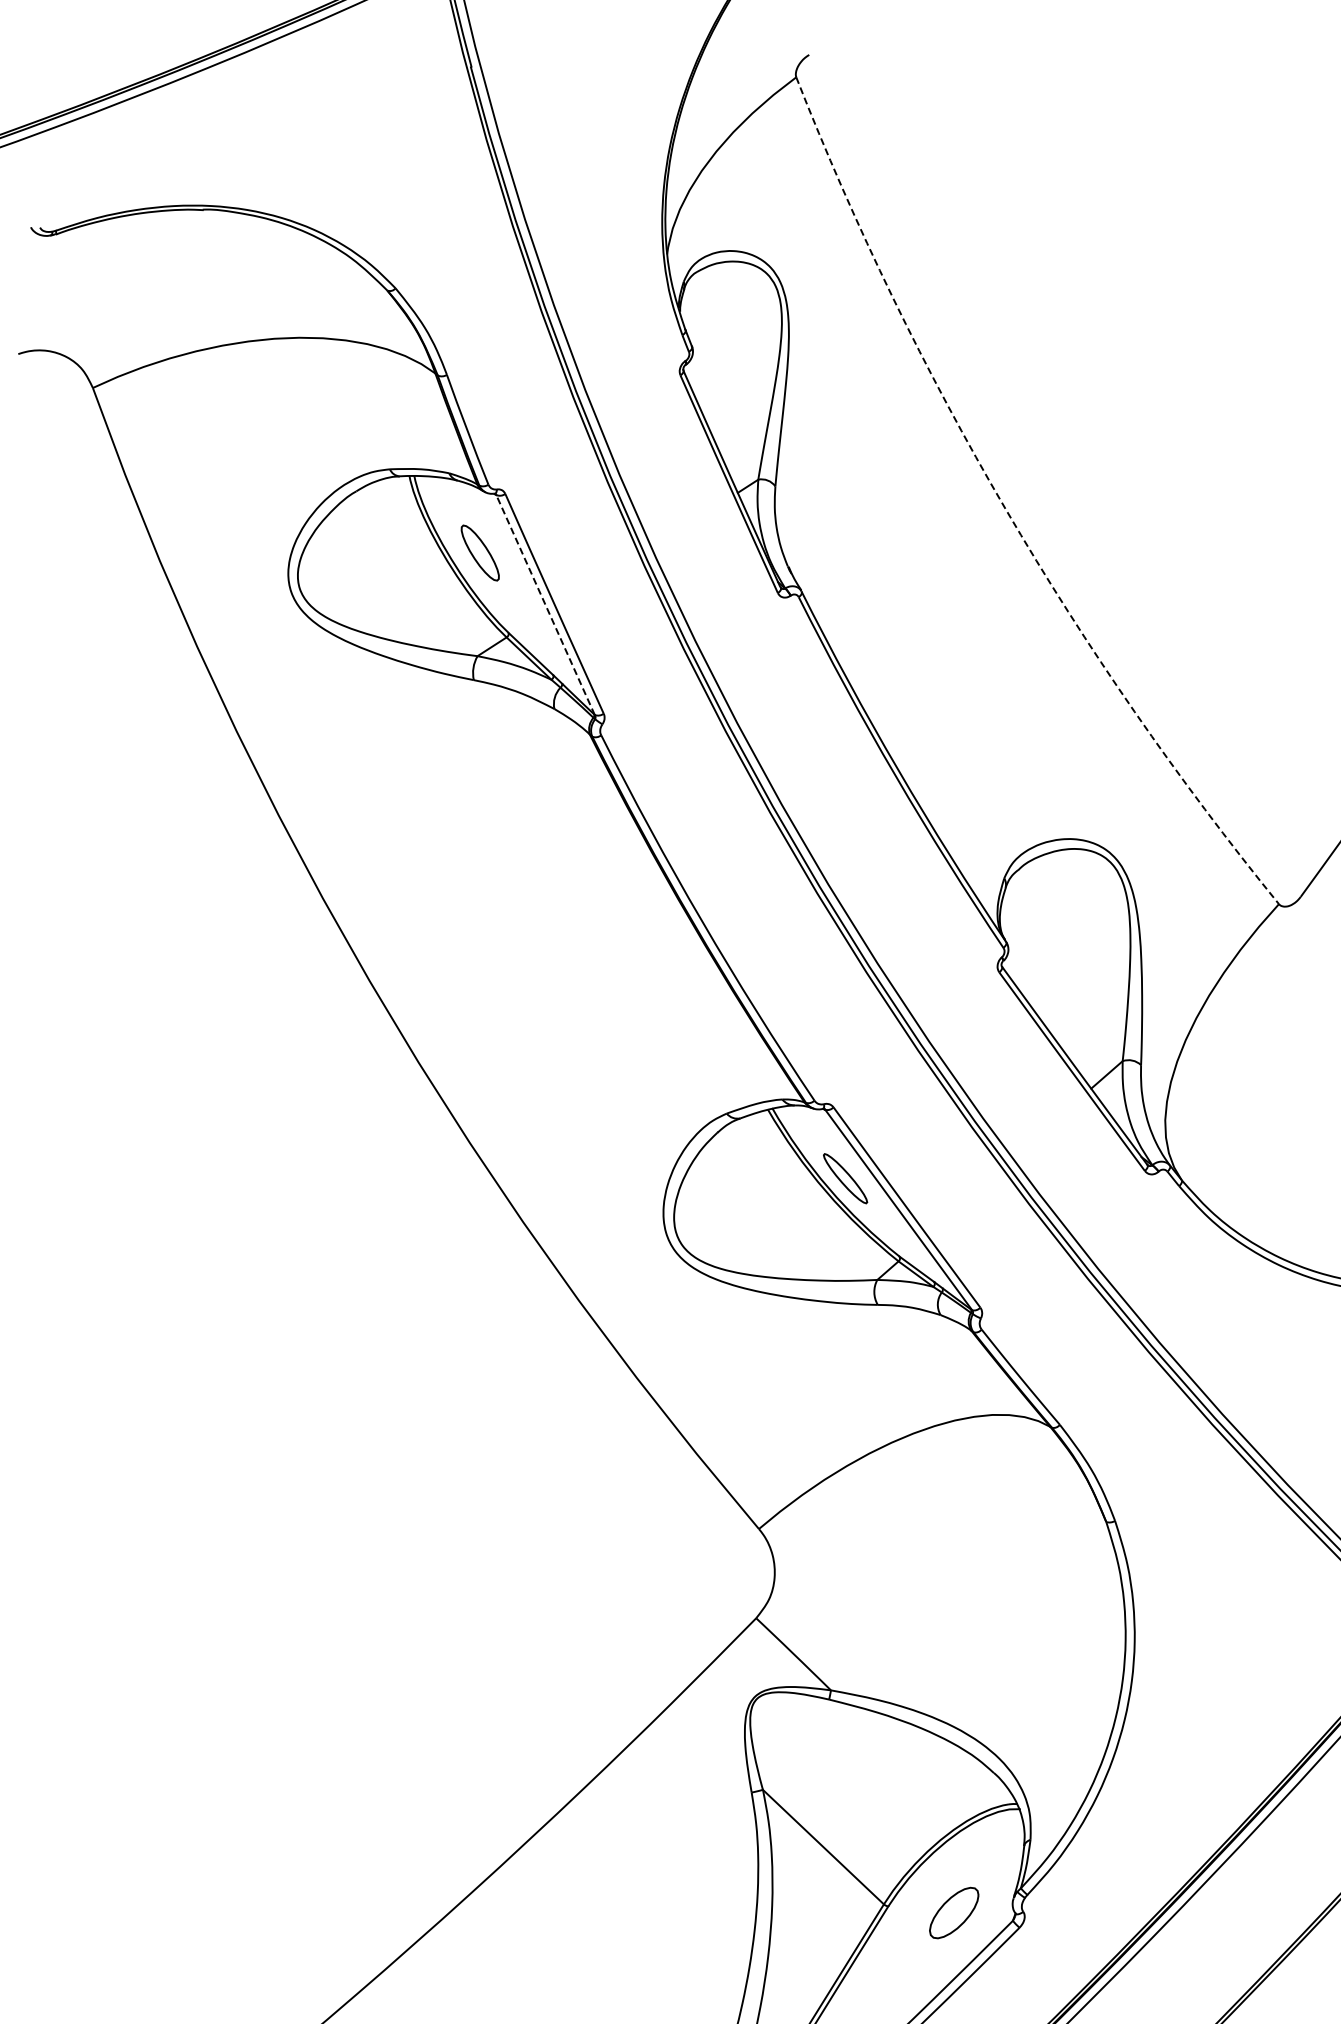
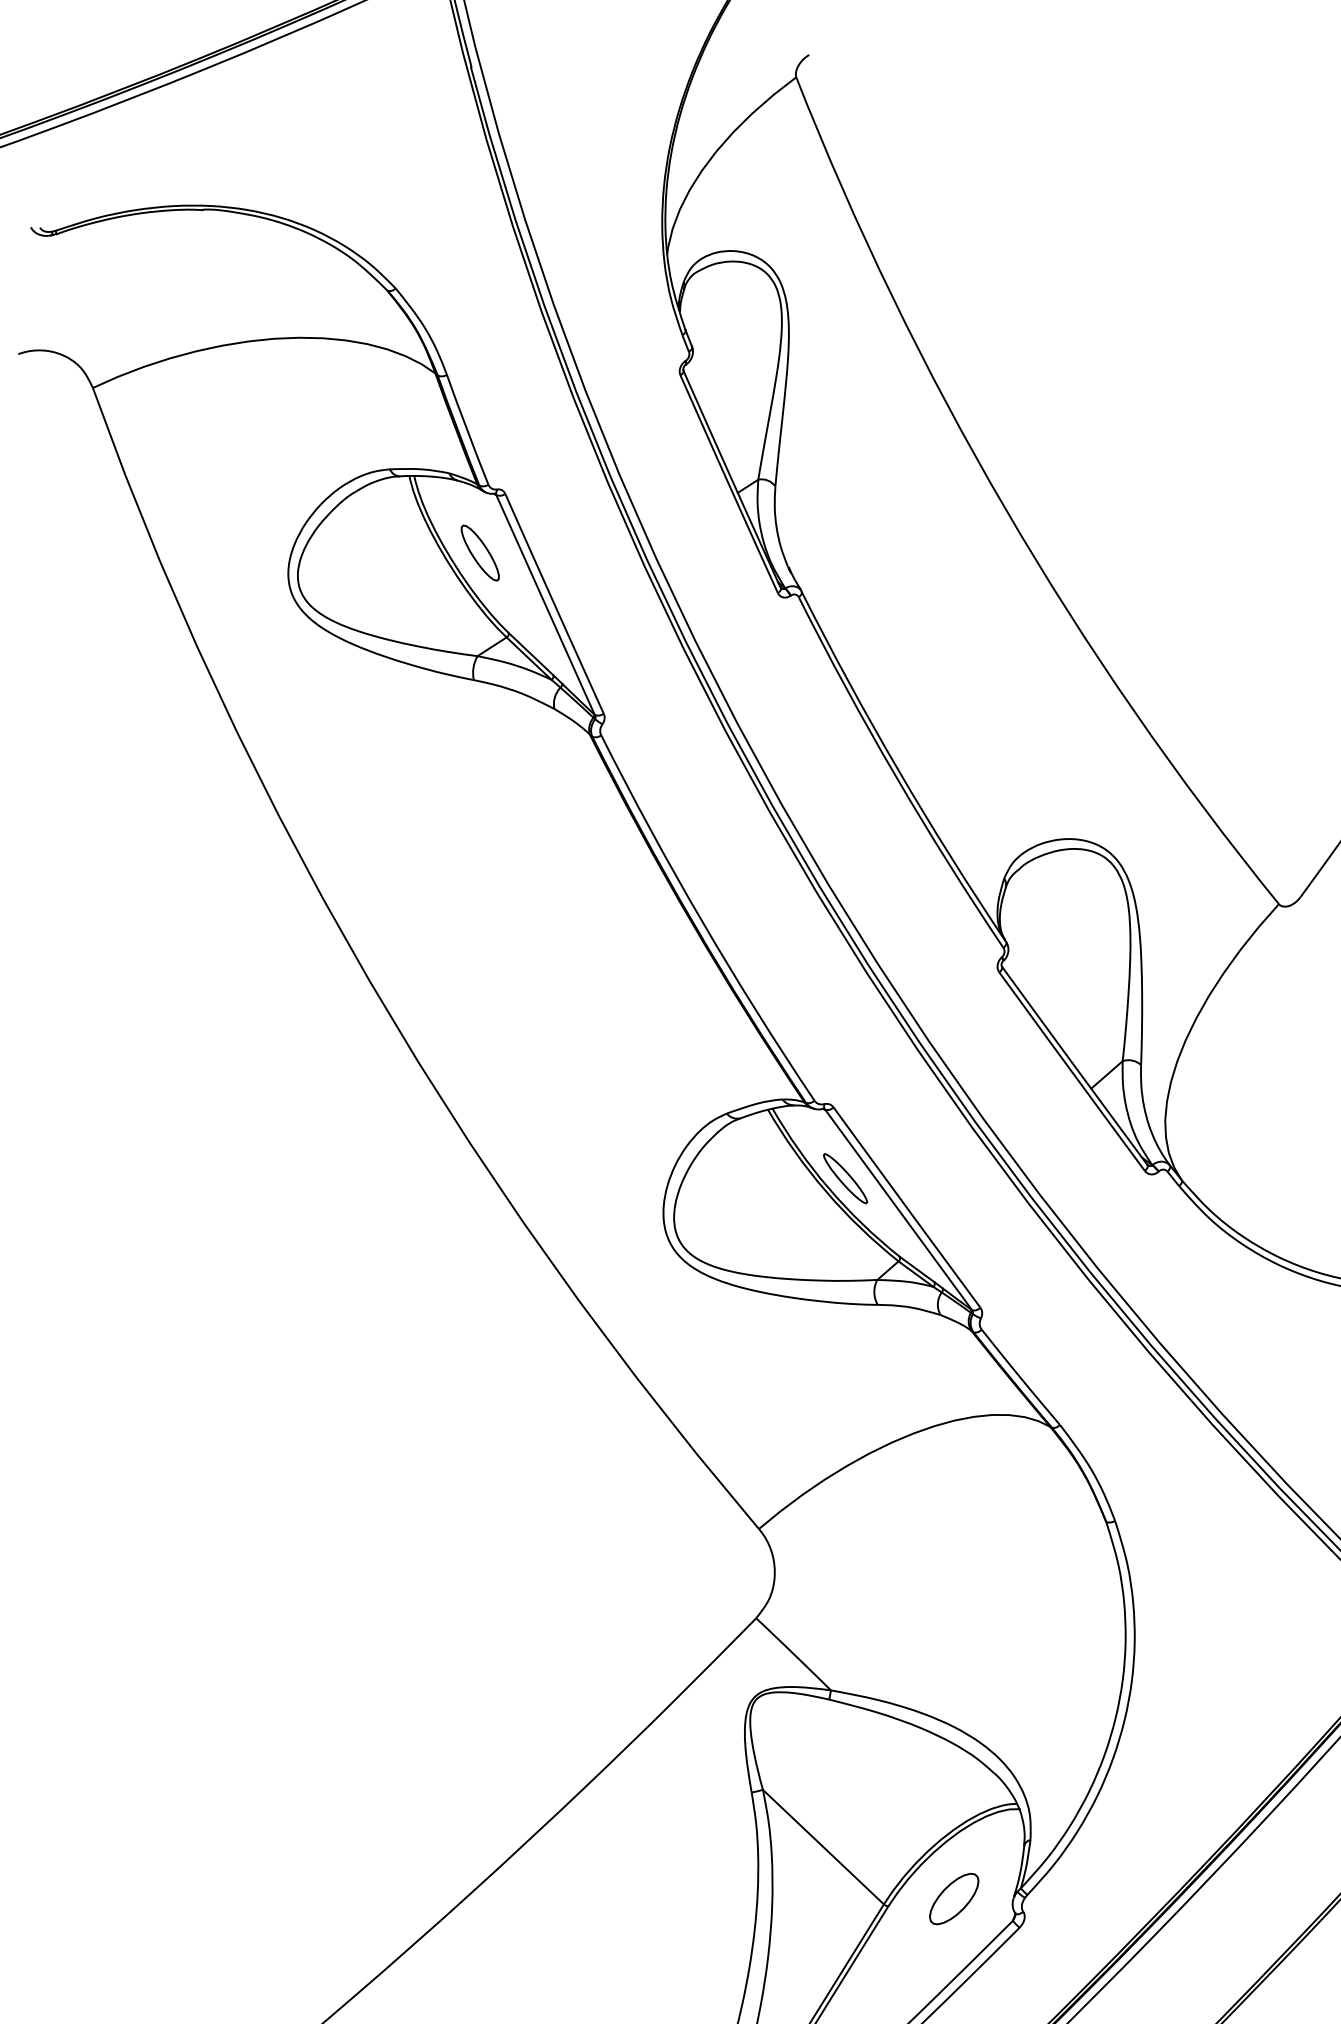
arc at (1005, 509): dashed -> solid
line at (545, 604): dashed -> solid
part at (954, 1912) position: (954, 1912) -> (954, 1898)
